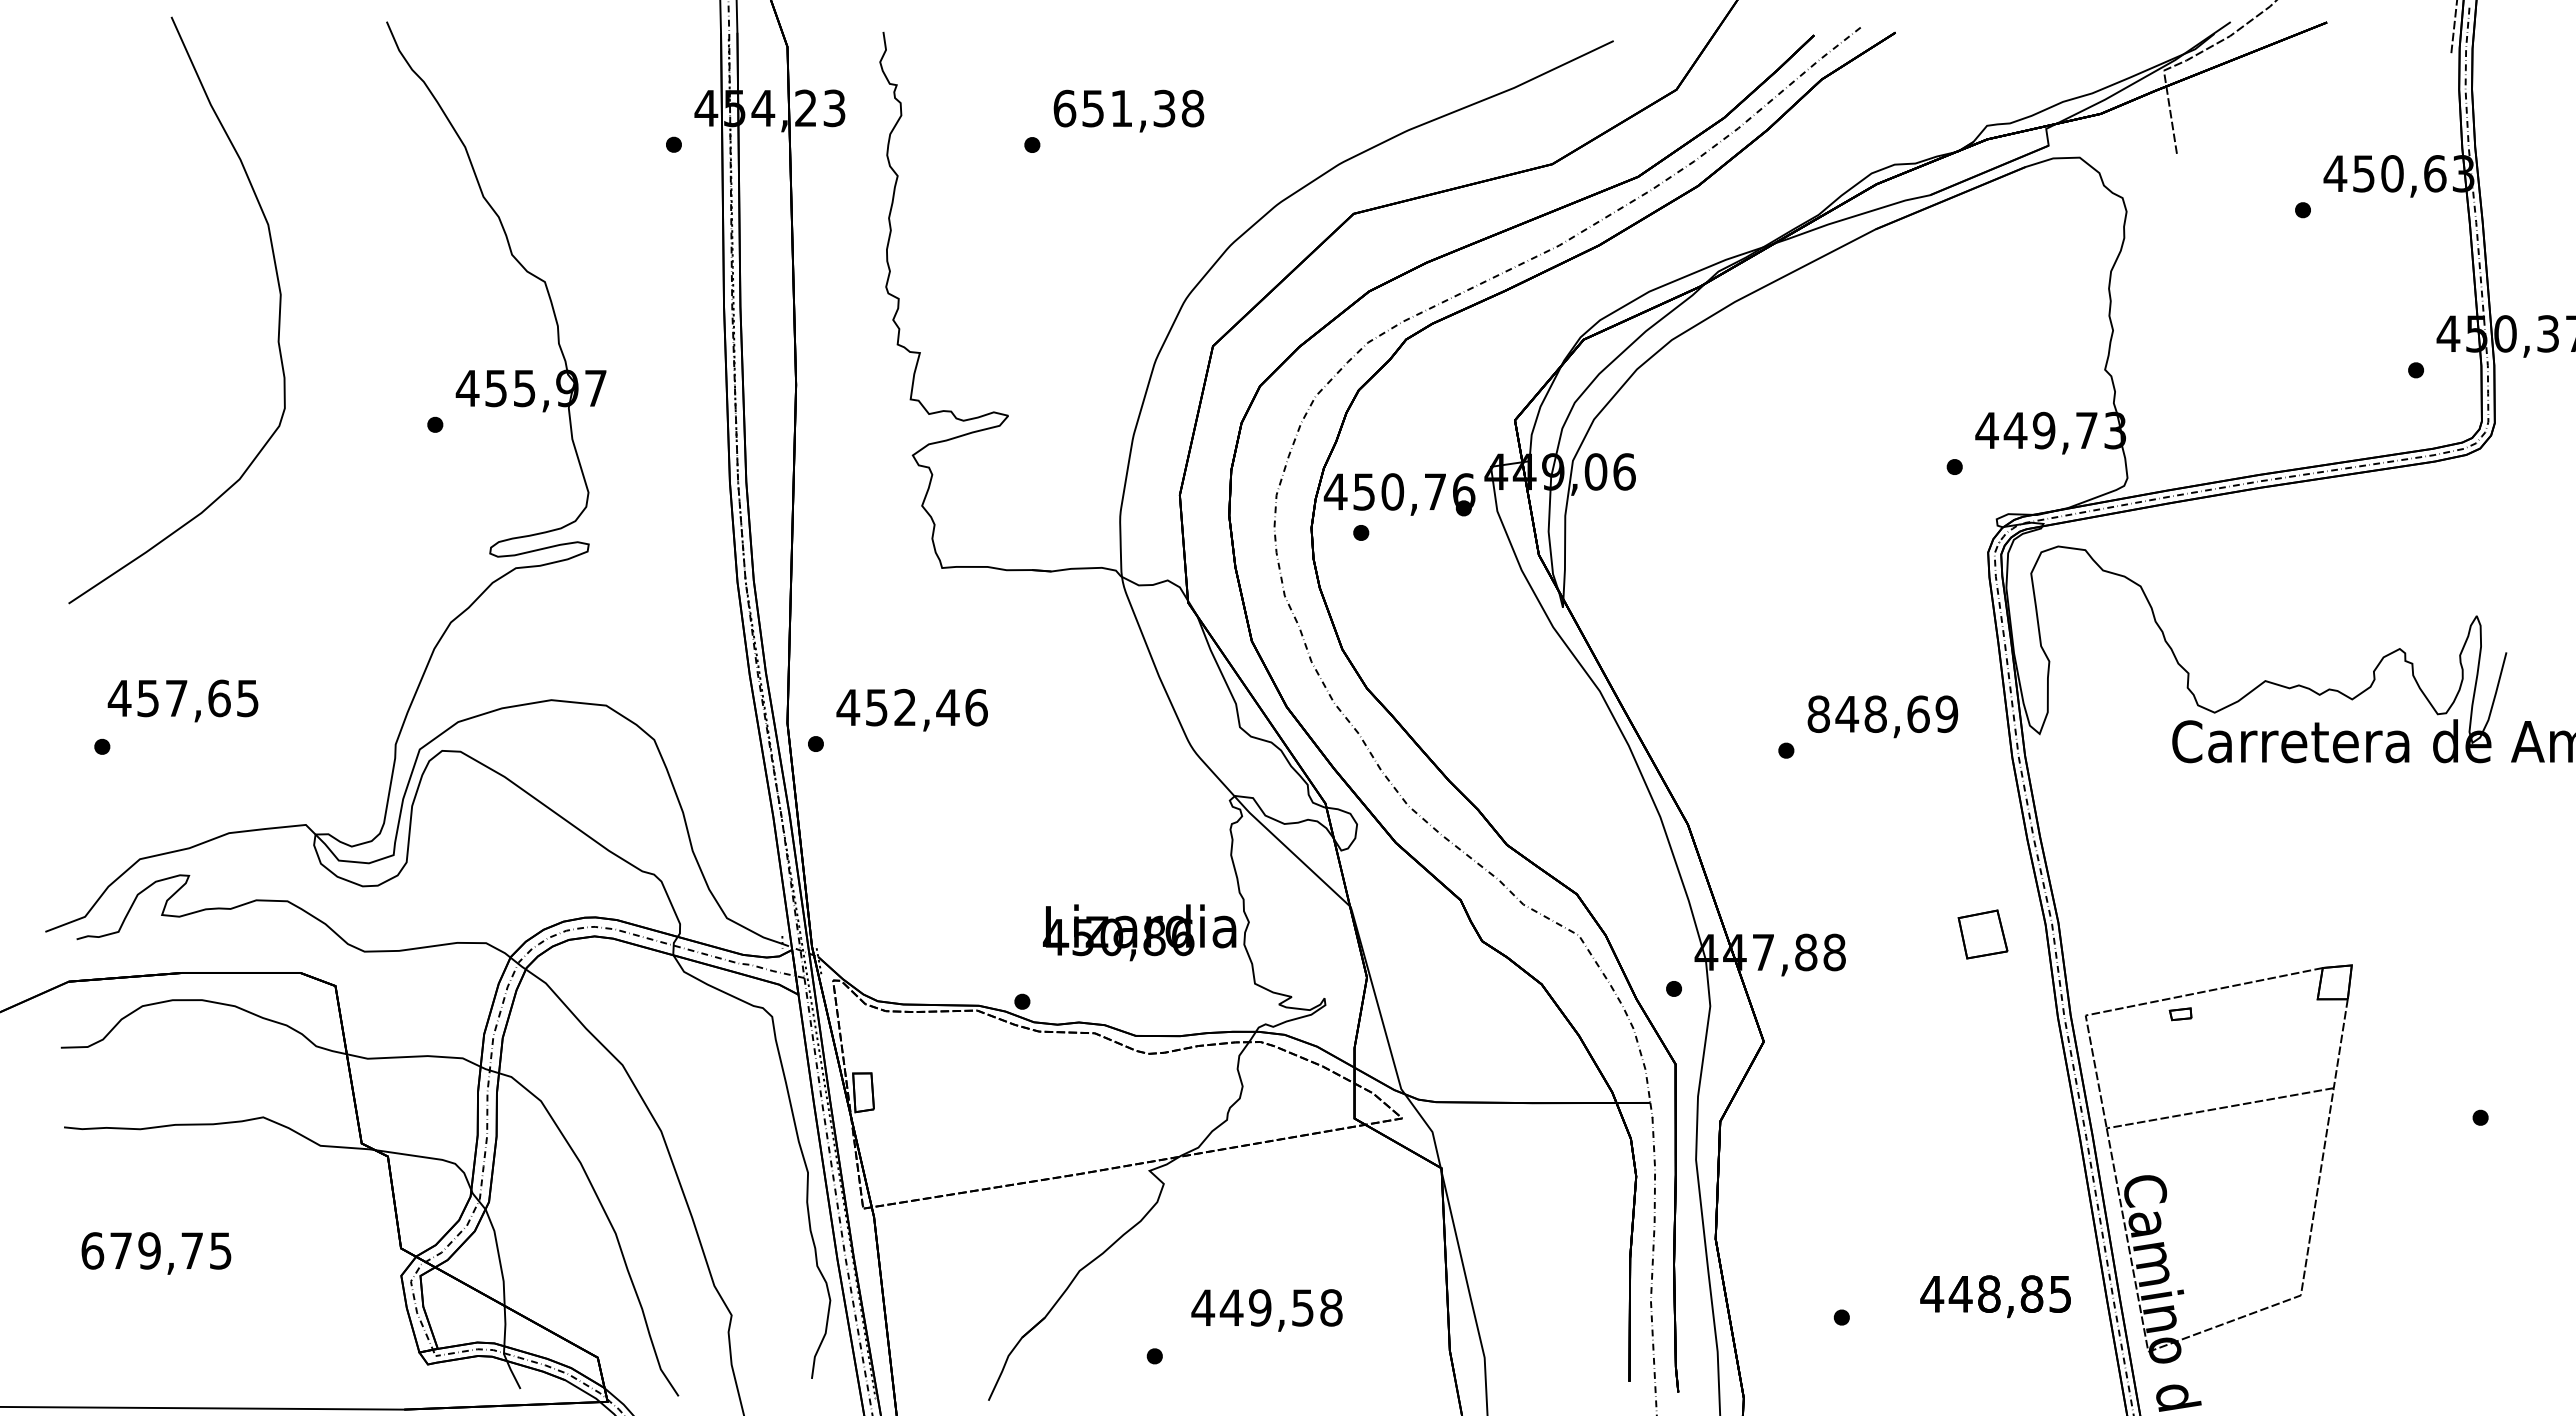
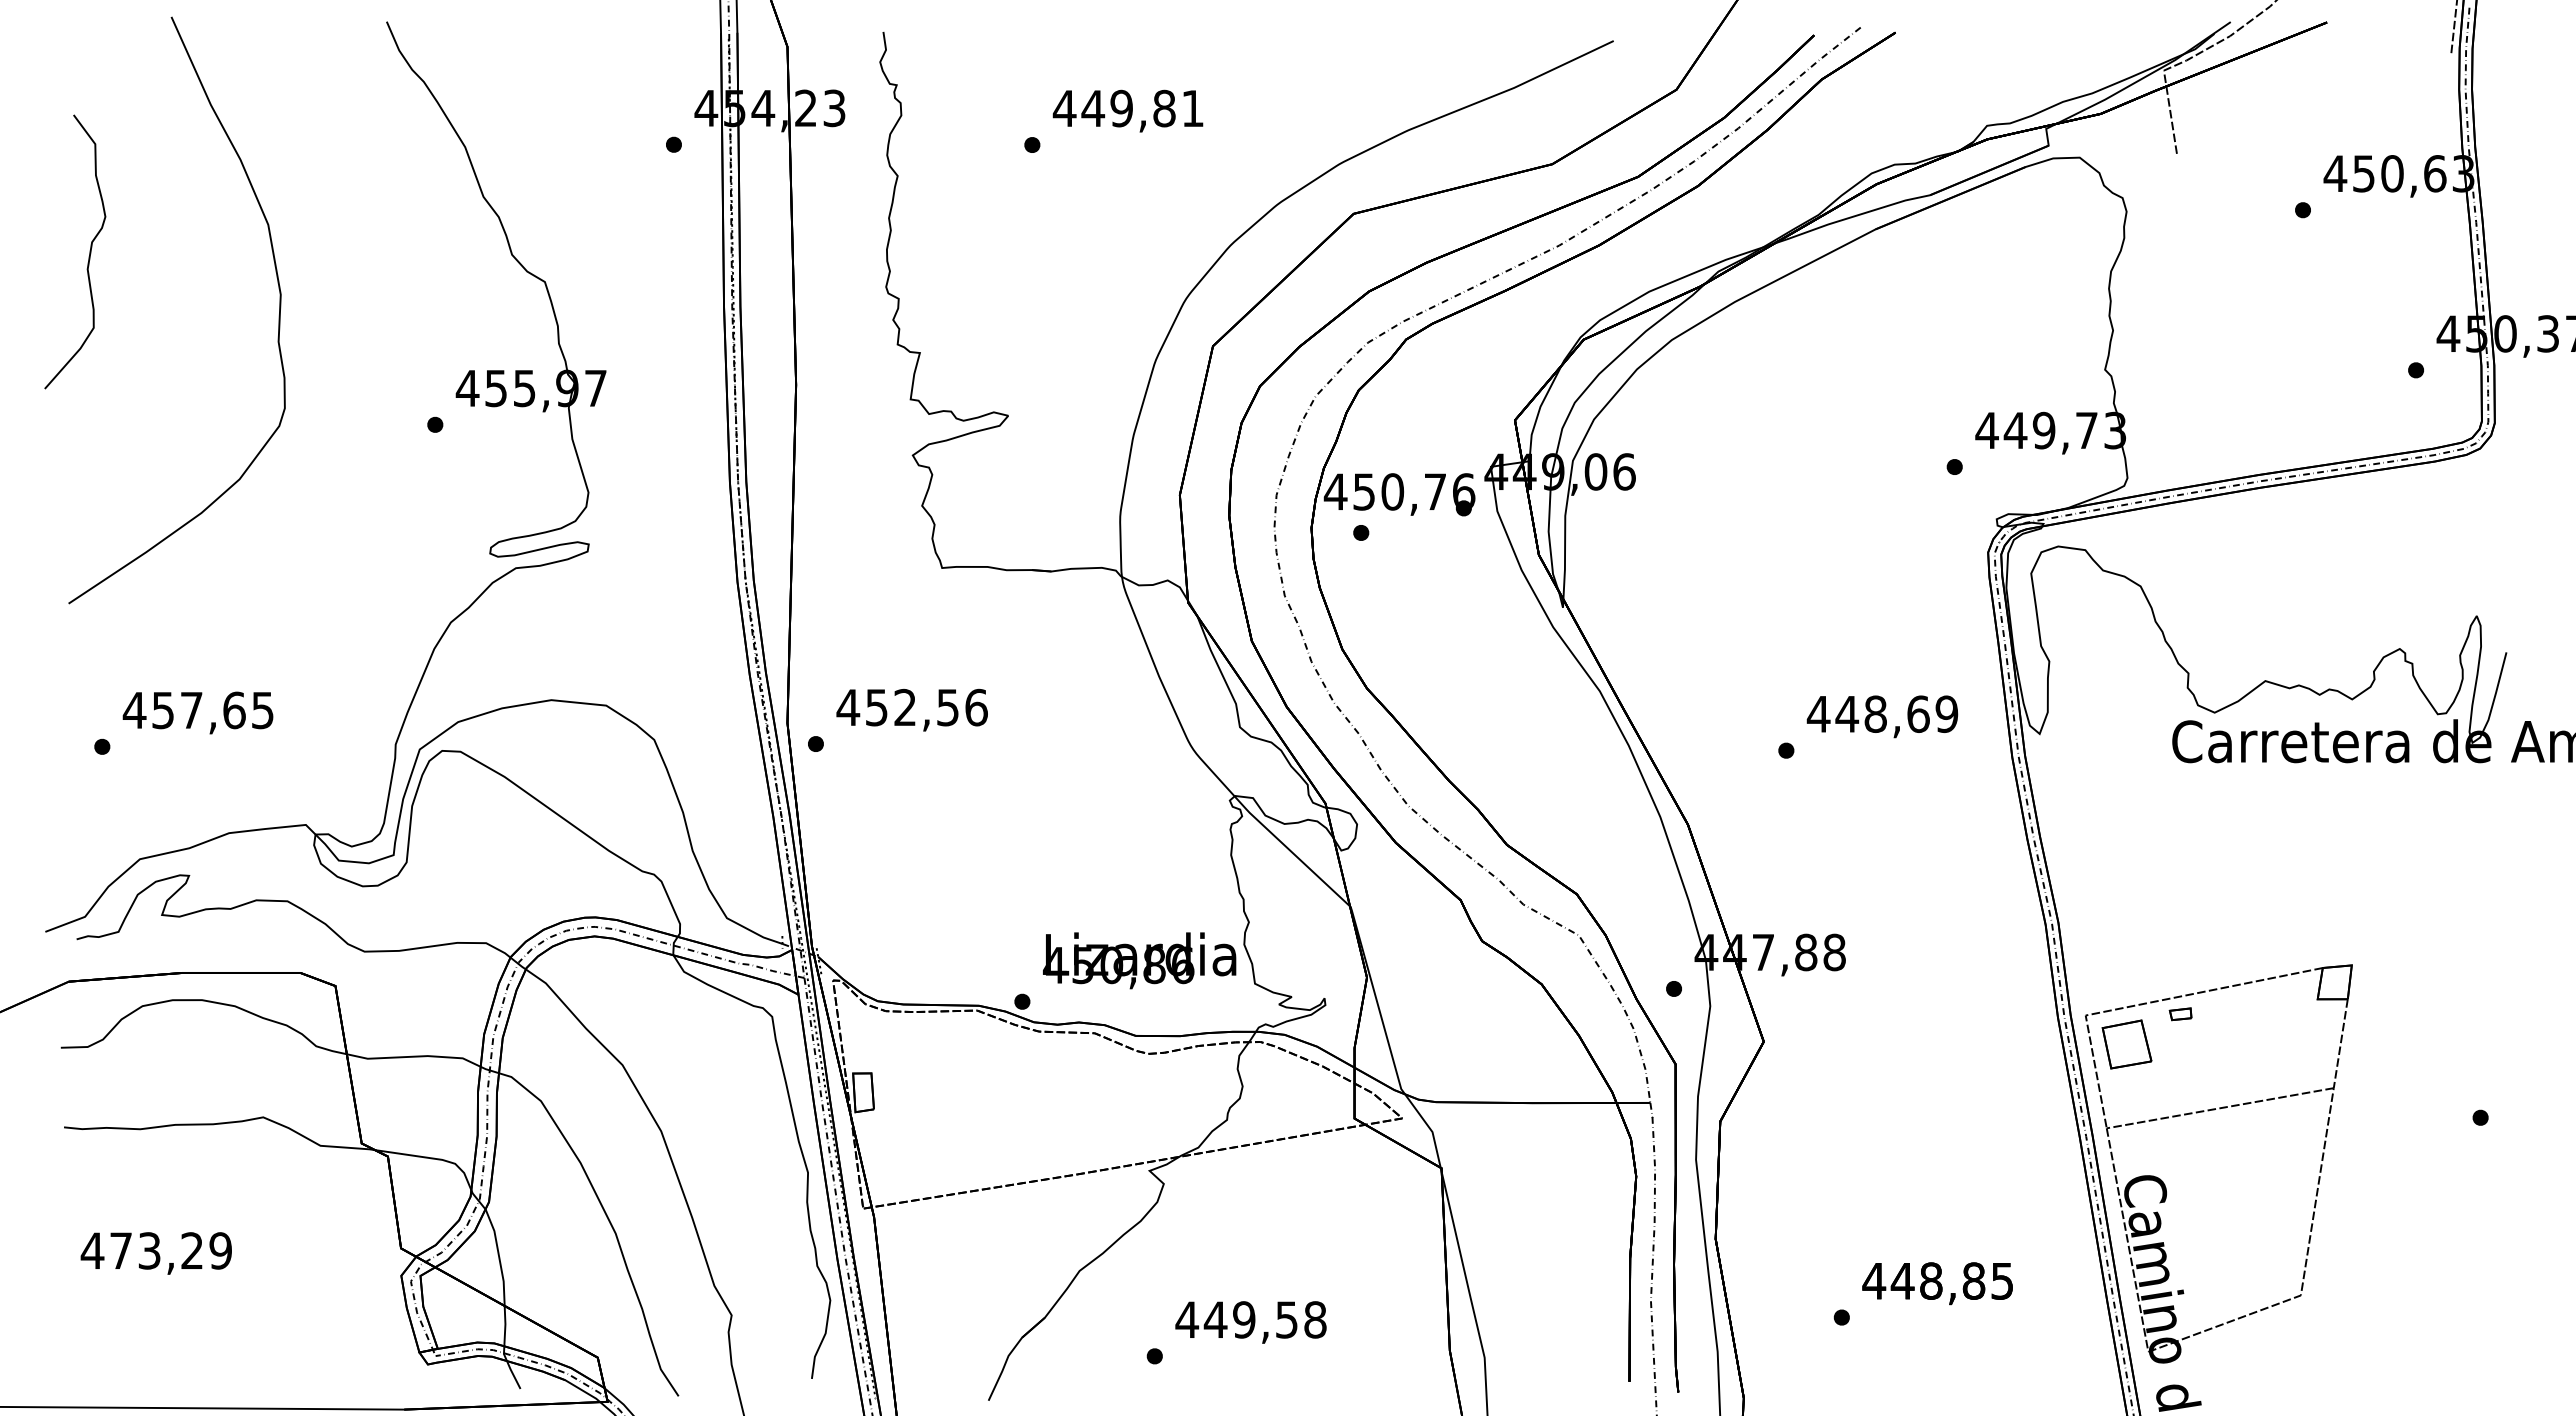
text at (1128, 108): 651,38 -> 449,81
curve at (88, 256): none -> present
text at (182, 700) position: (182, 700) -> (197, 712)
text at (947, 707): 452,46 -> 452,56
text at (1818, 713): 848,69 -> 448,69
text at (1139, 932) position: (1139, 932) -> (1139, 960)
part at (1982, 934) position: (1982, 934) -> (2126, 1044)
text at (155, 1250): 679,75 -> 473,29
text at (1995, 1296) position: (1995, 1296) -> (1937, 1283)
text at (1266, 1310) position: (1266, 1310) -> (1250, 1322)
